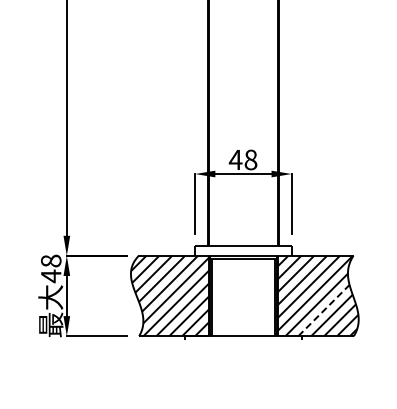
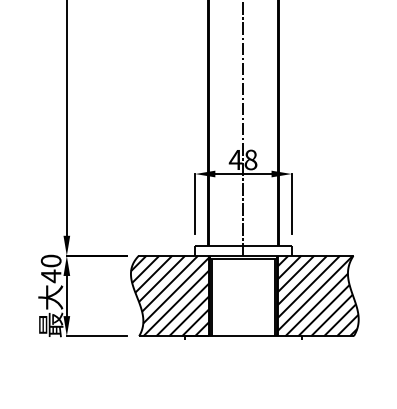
line at (243, 128): none -> present
text at (51, 260): 48 -> 40
line at (324, 310): dashed -> solid
